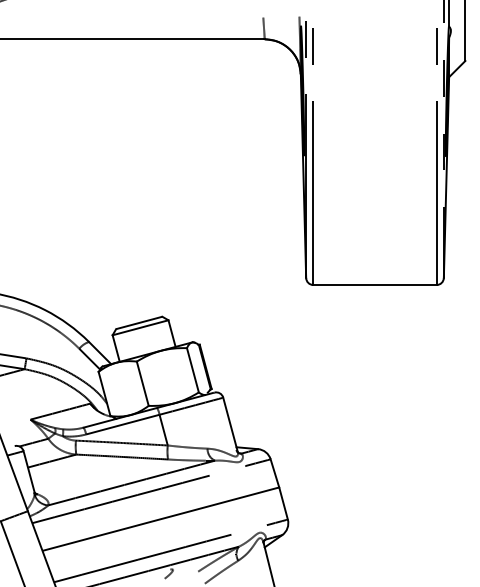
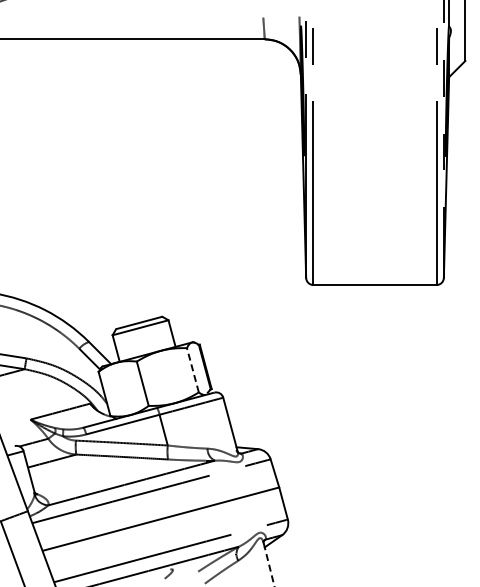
line at (192, 370): solid -> dashed
line at (268, 563): solid -> dashed
